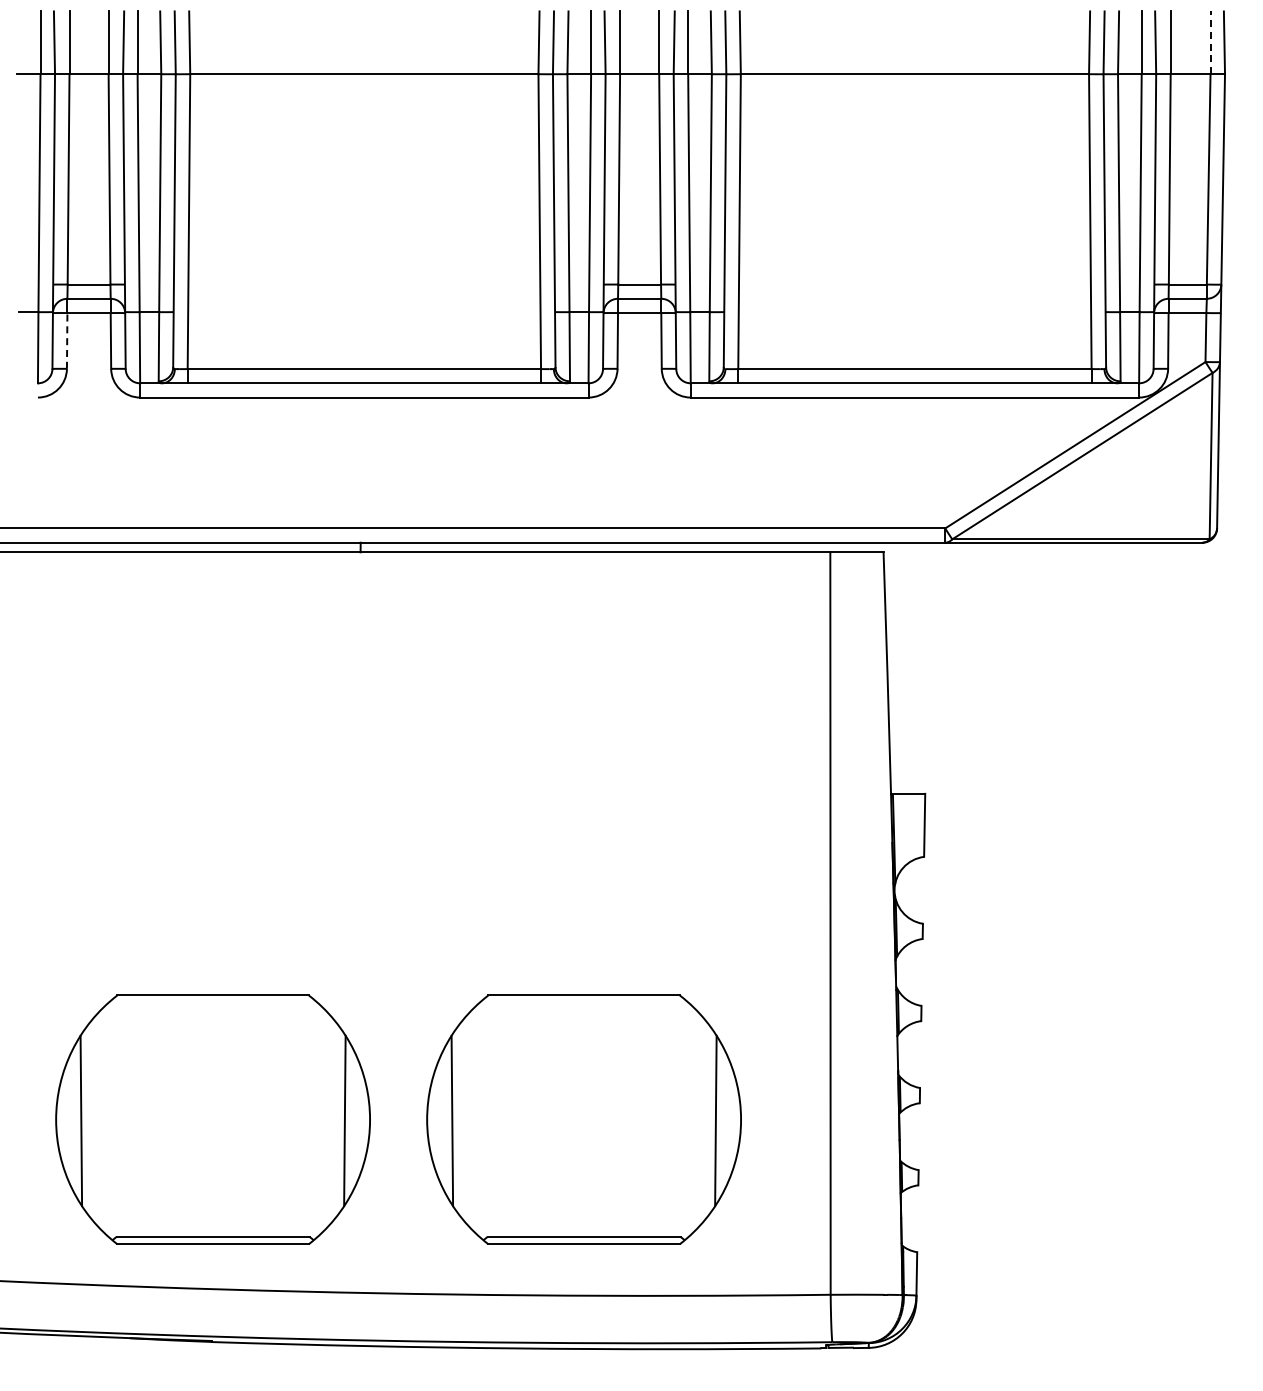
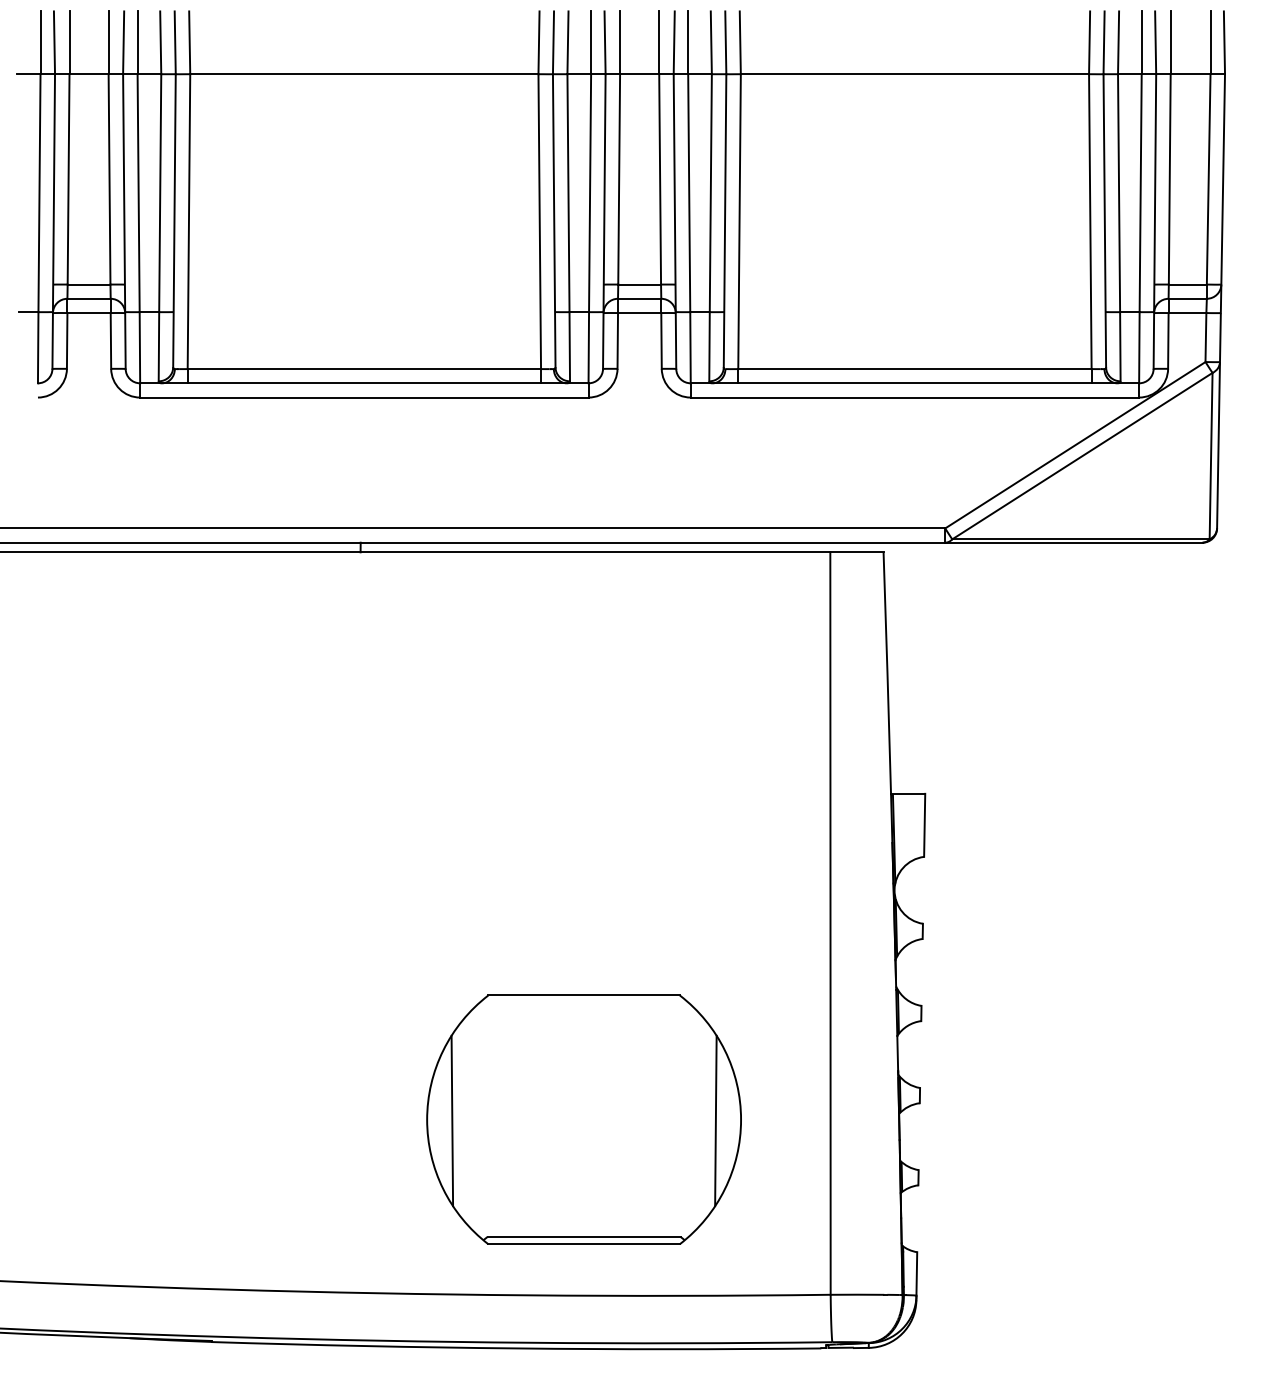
line at (1210, 42): dashed -> solid
line at (67, 340): dashed -> solid
part at (212, 1119): present -> none
